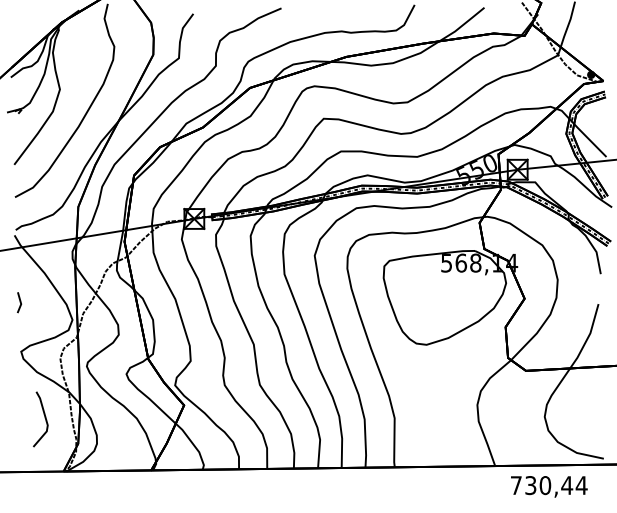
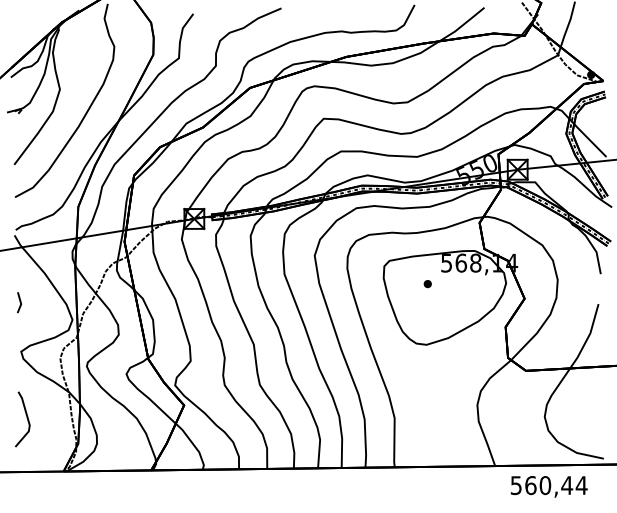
part at (427, 284): none -> present
line at (44, 418) position: (44, 418) -> (26, 418)
text at (523, 485): 730,44 -> 560,44
